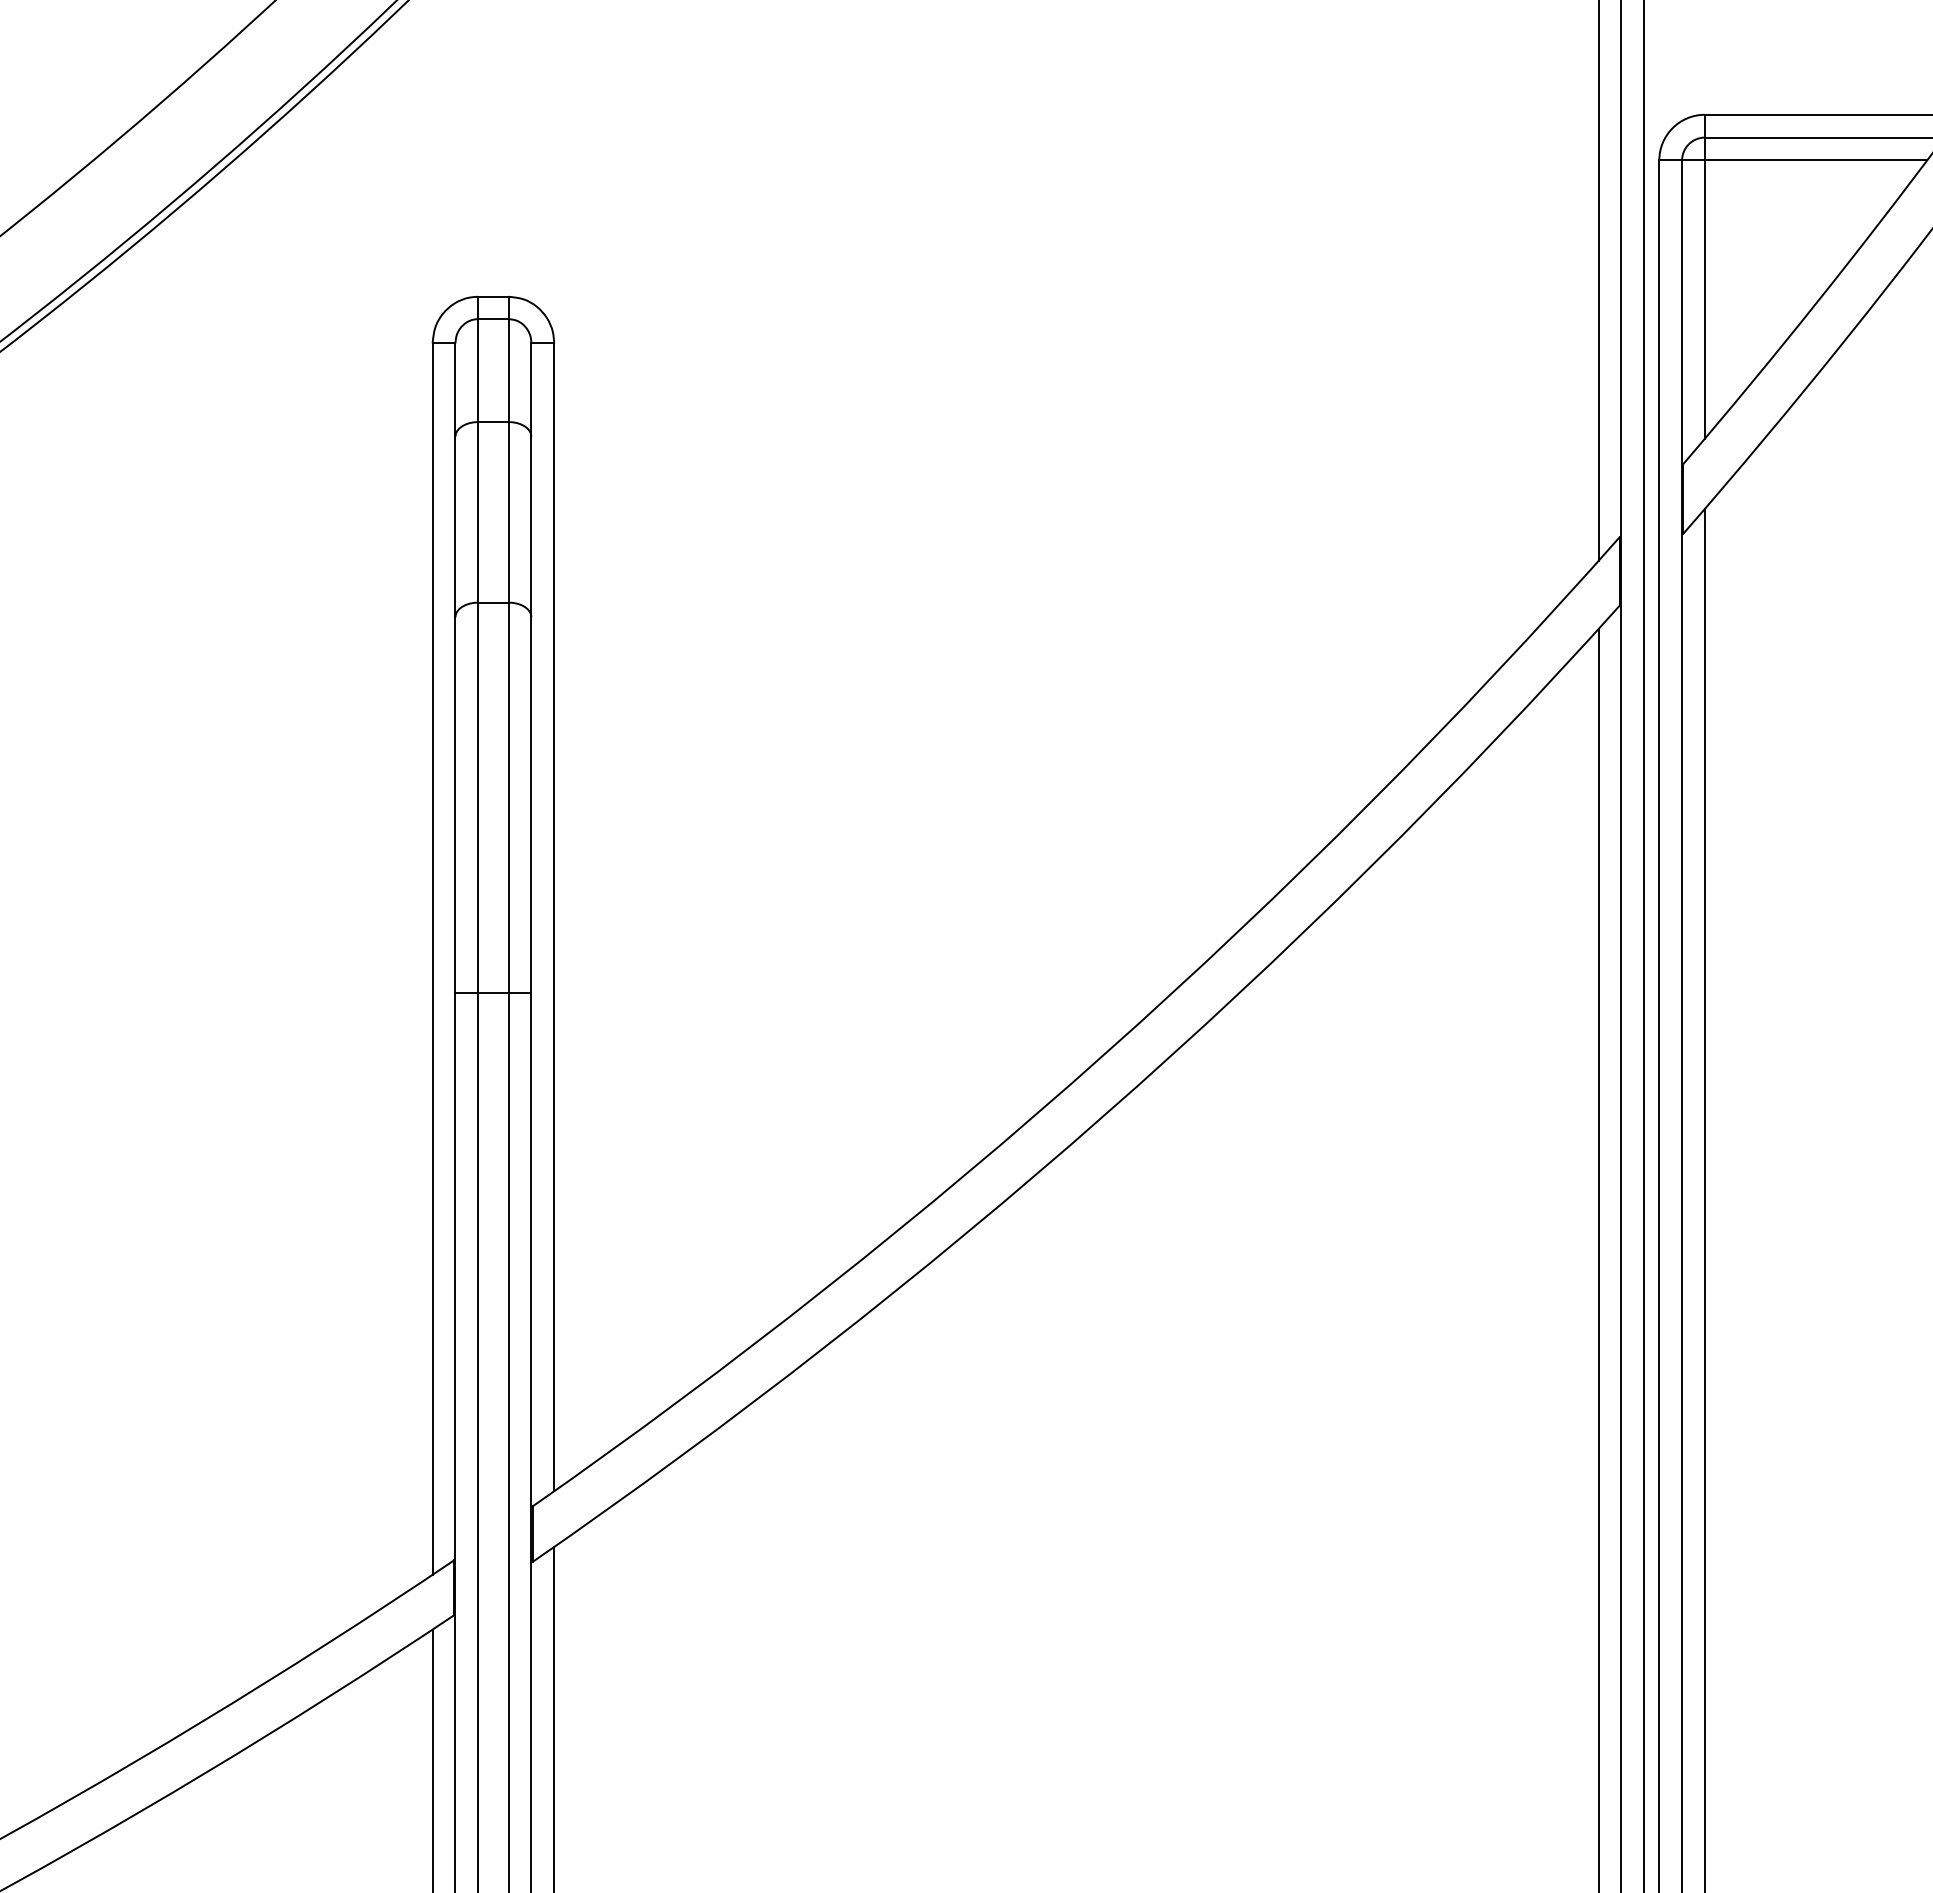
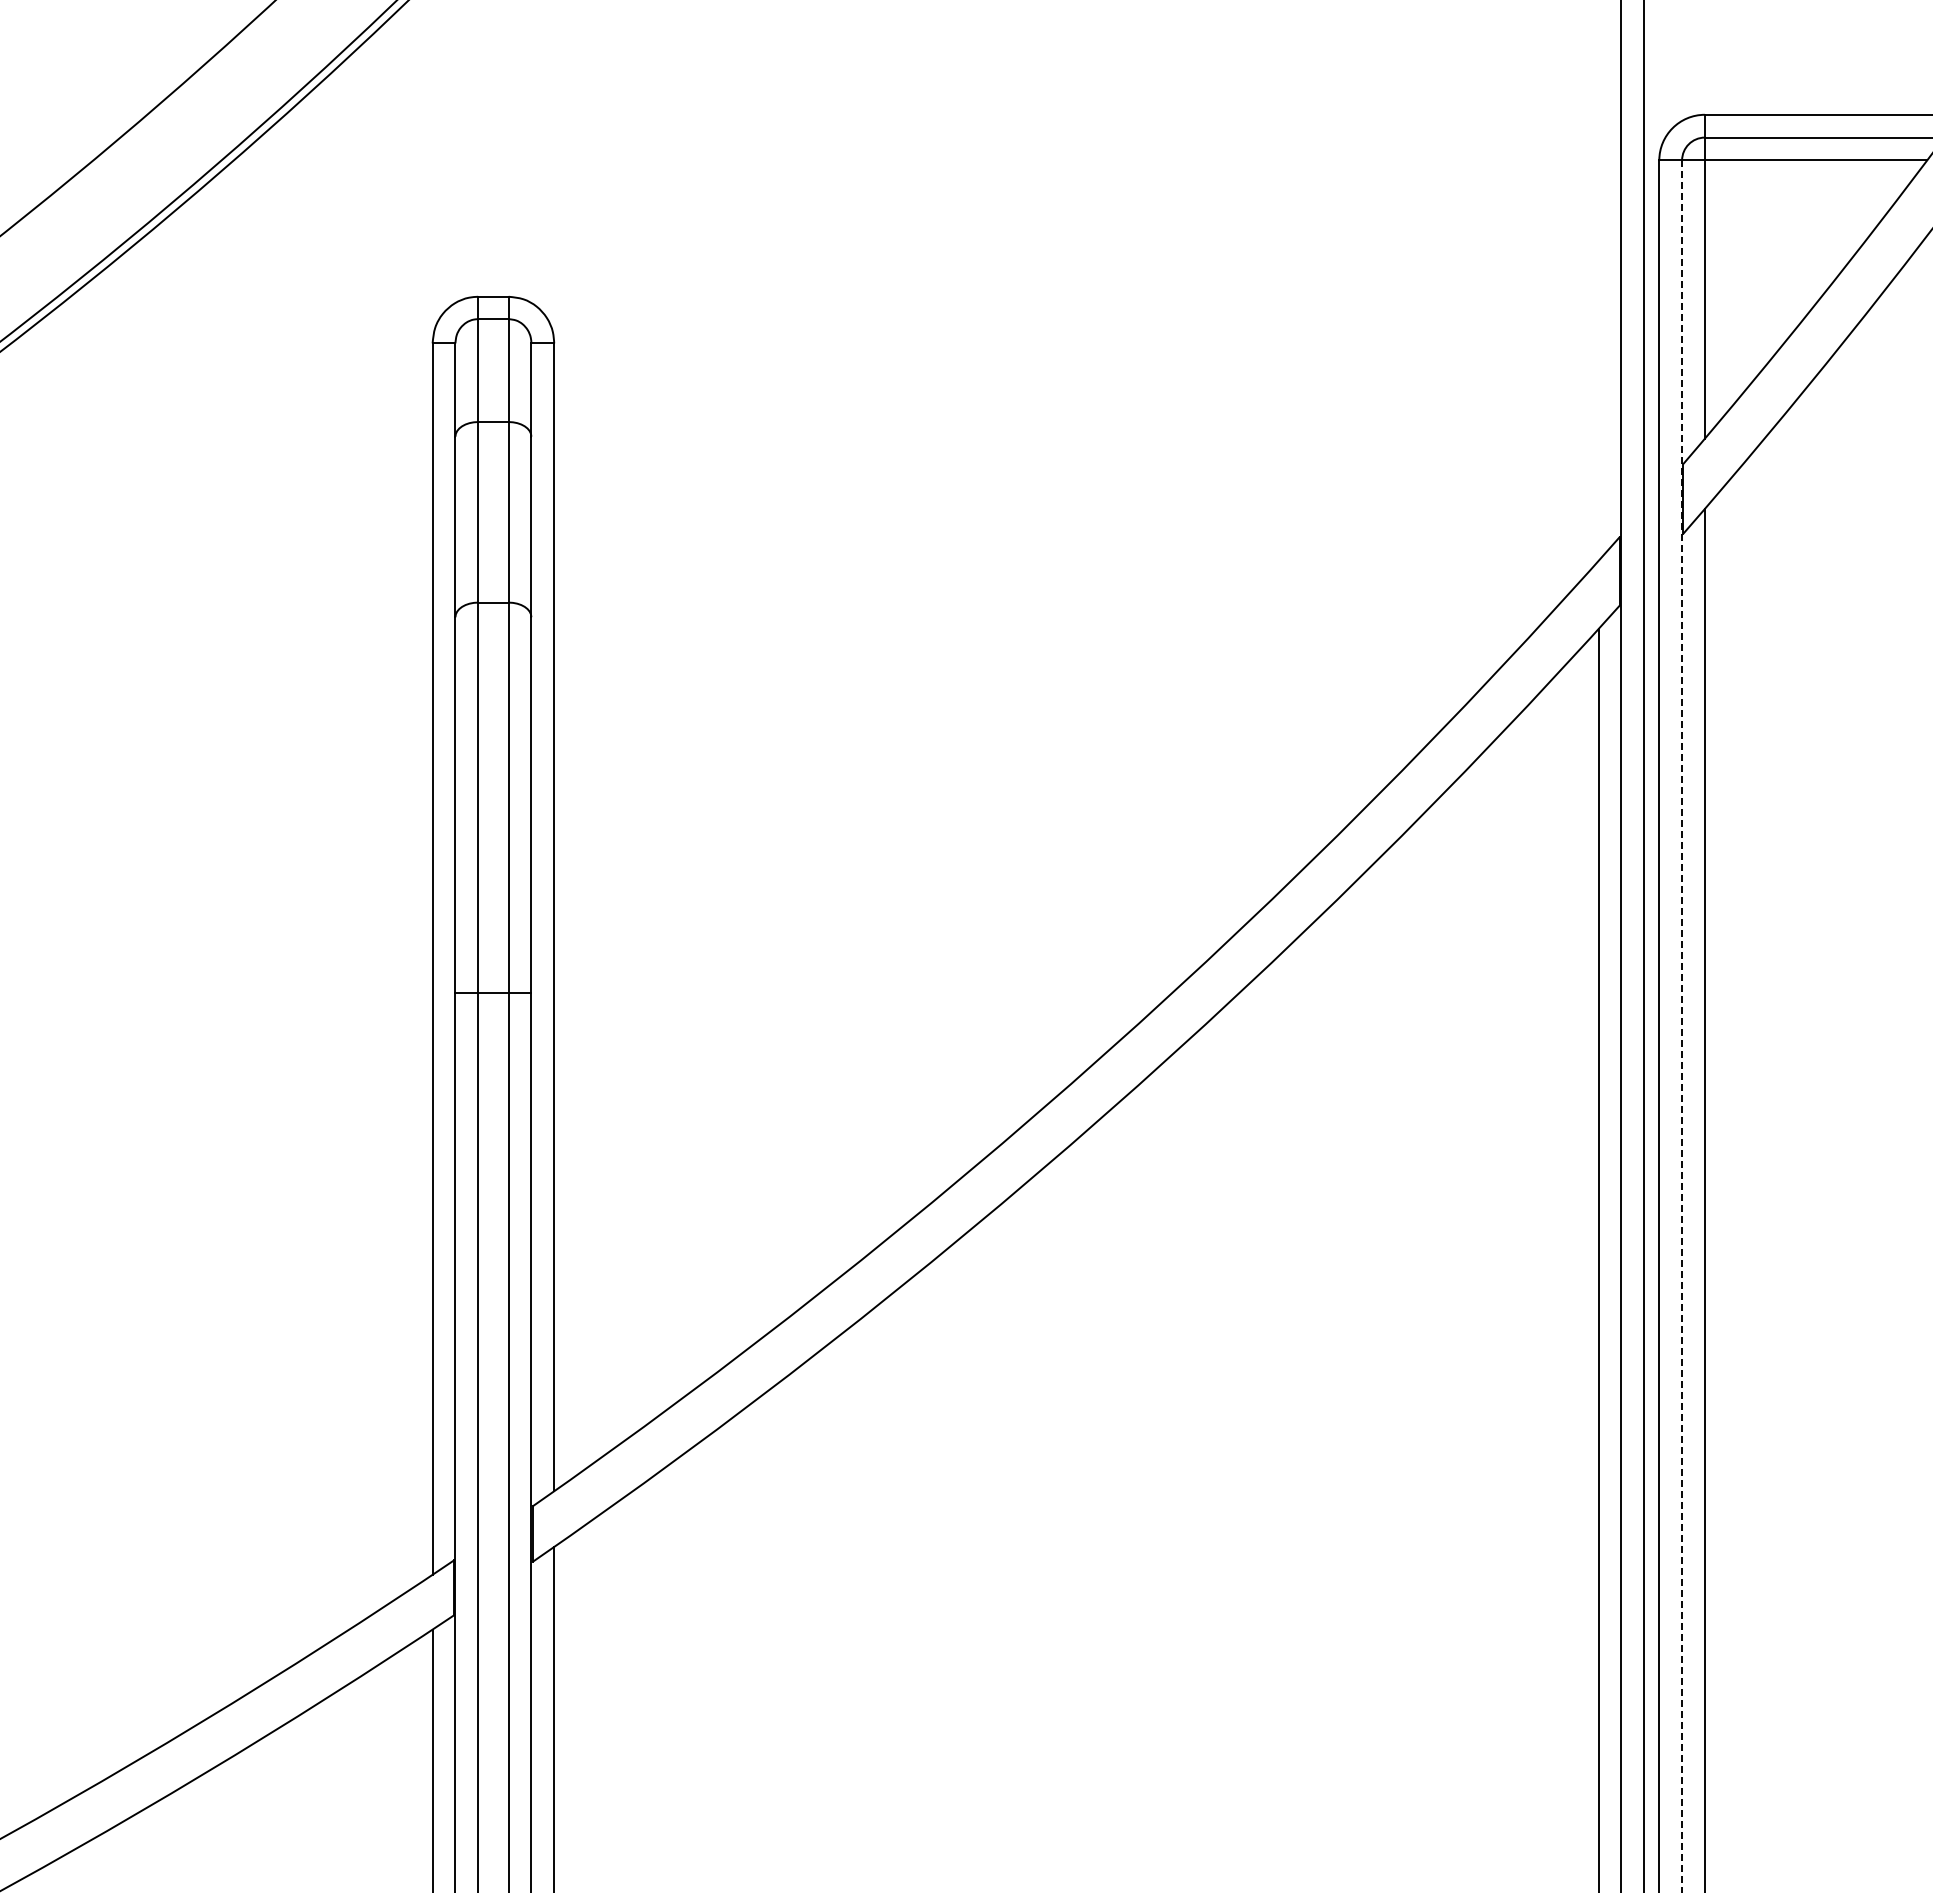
line at (1598, 281): present -> none
line at (1682, 1026): solid -> dashed
